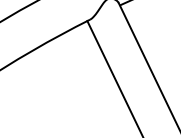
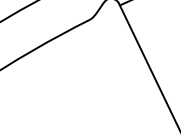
line at (114, 77): present -> none
